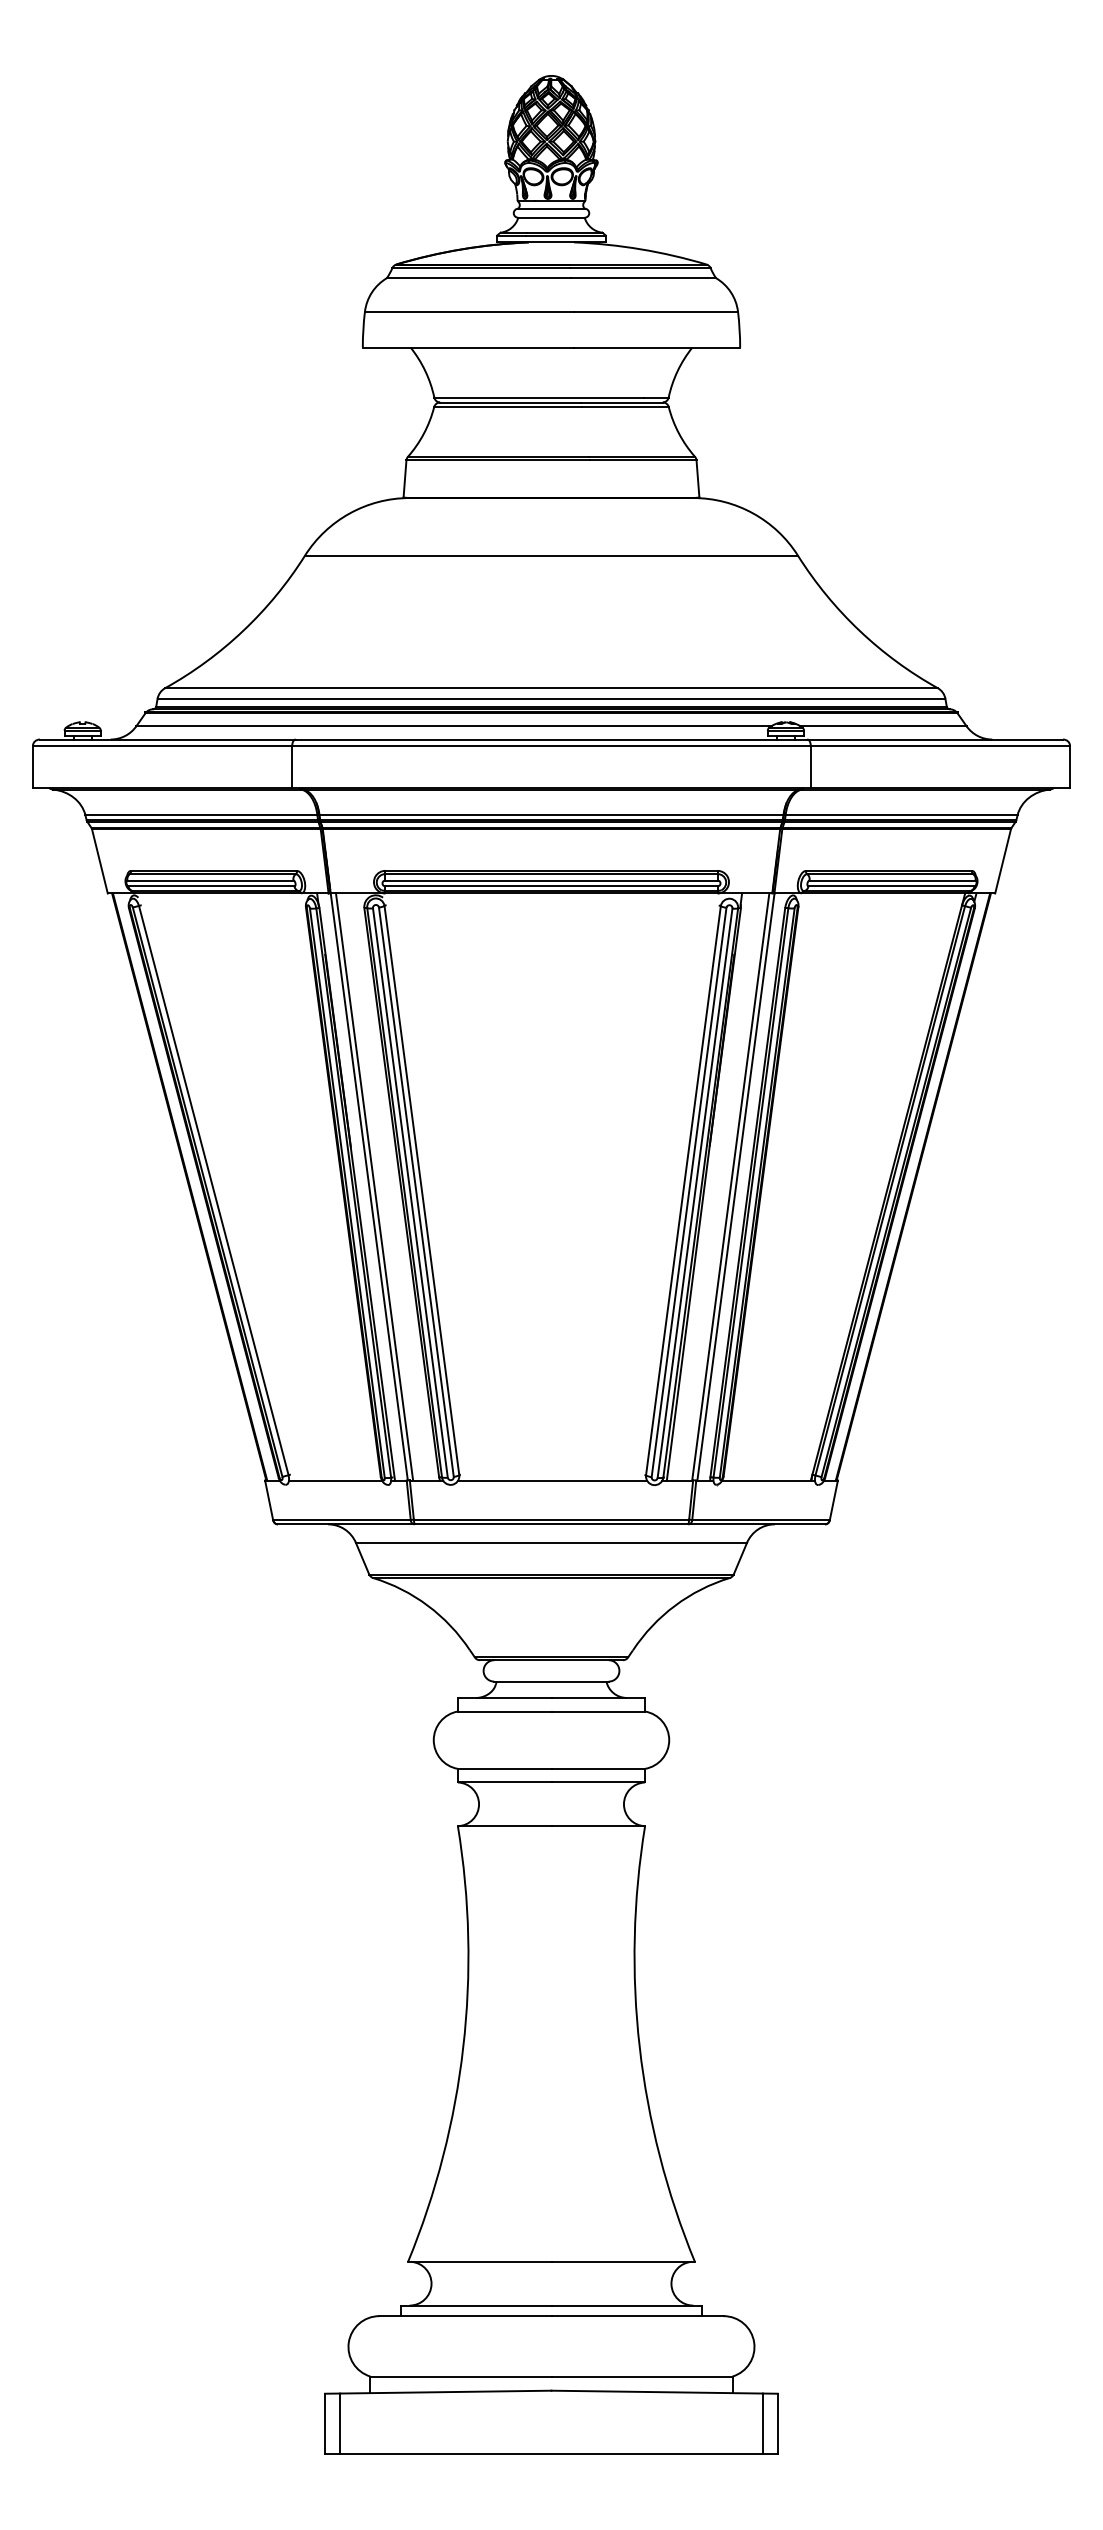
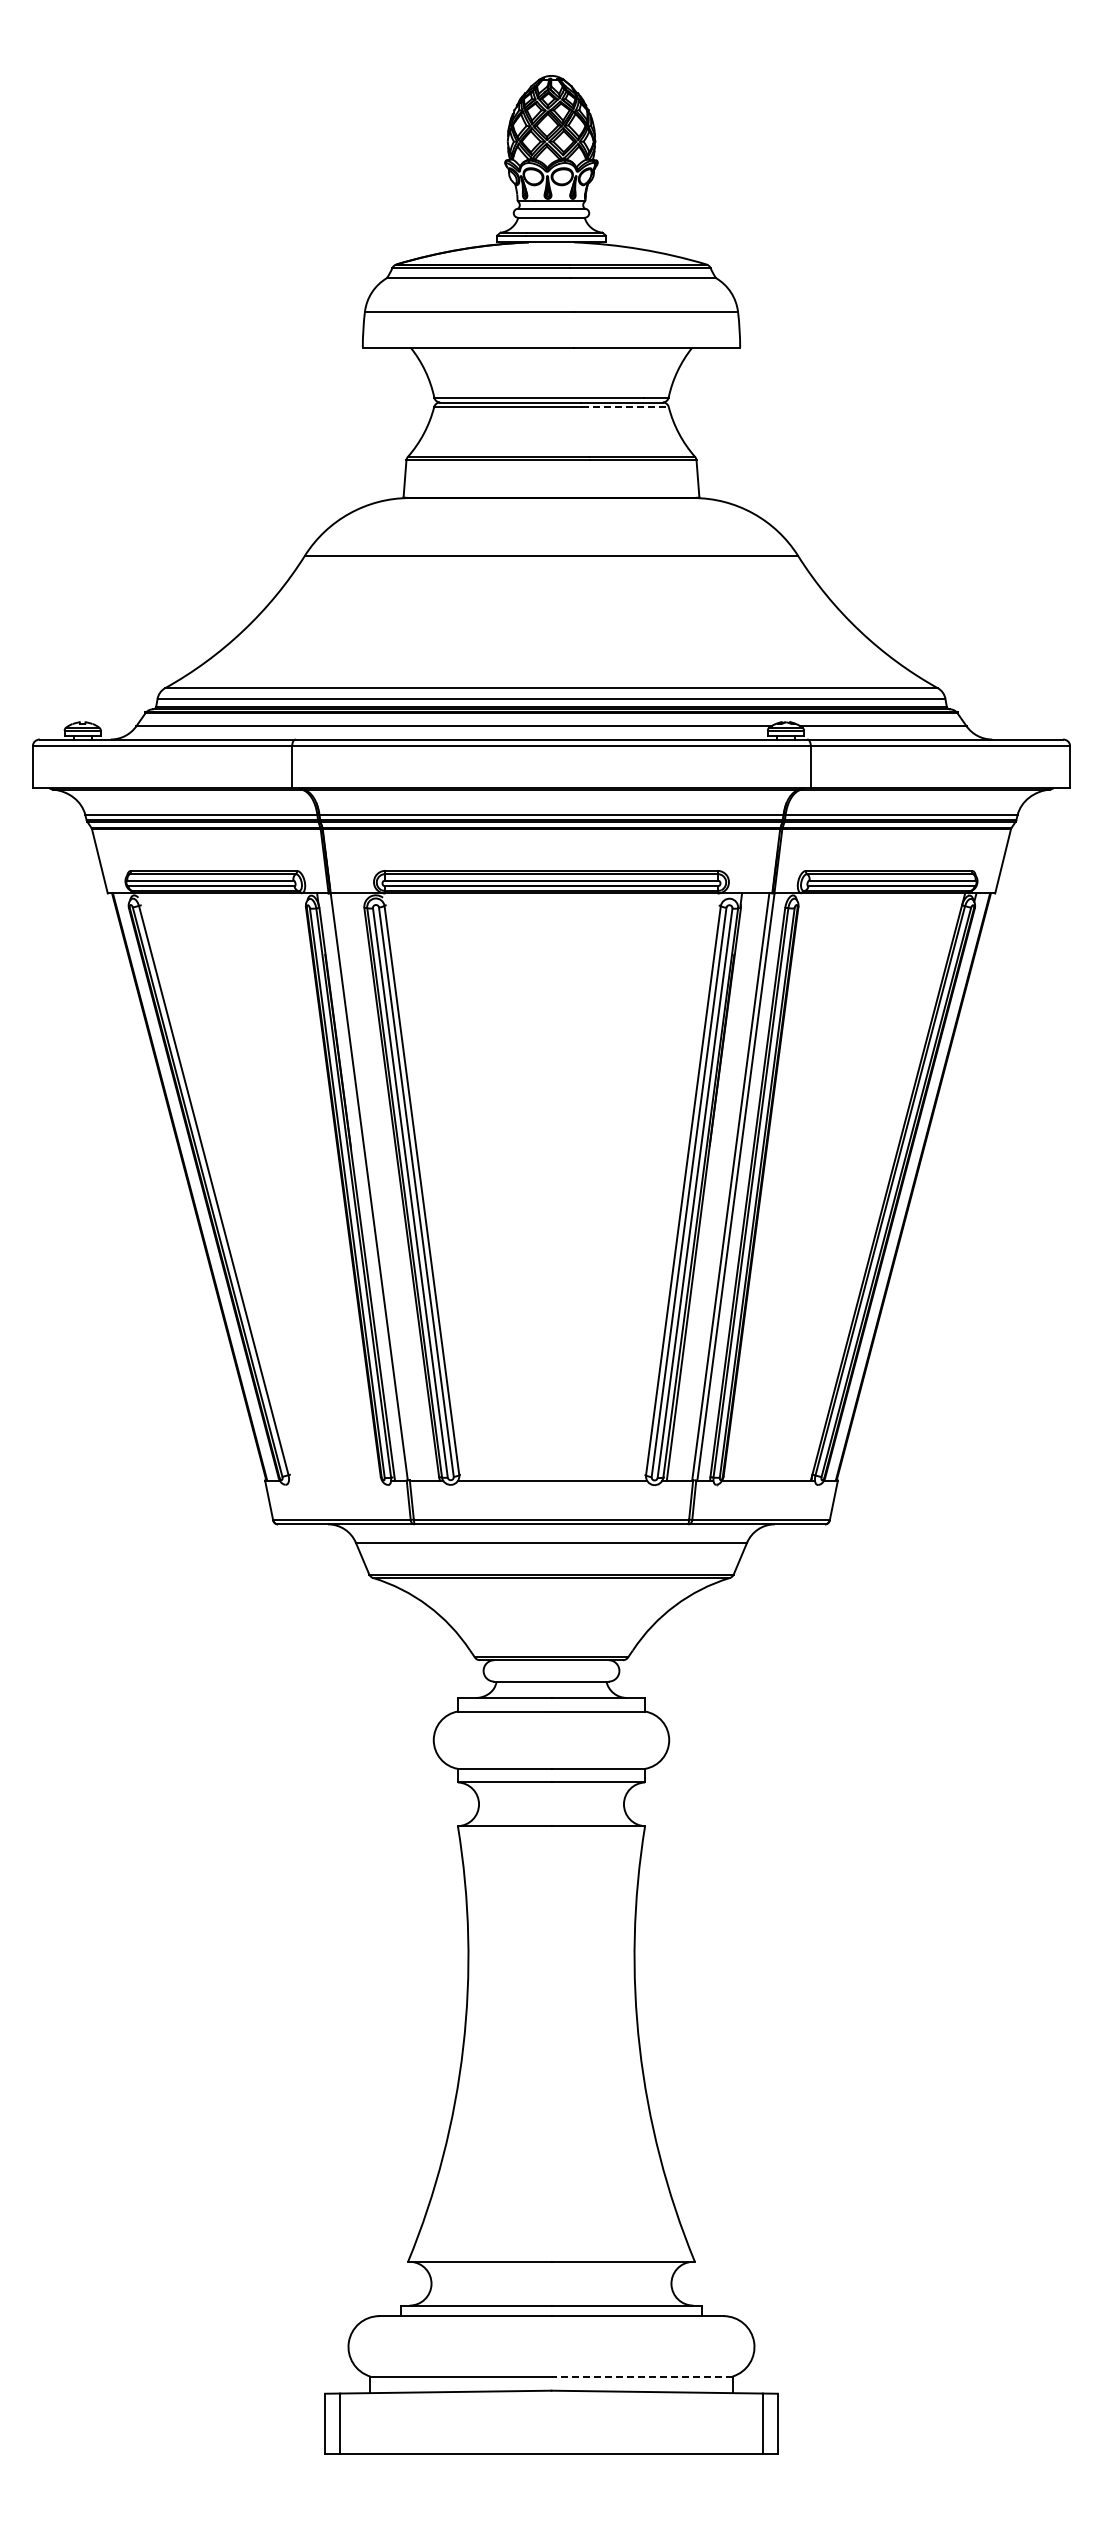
line at (626, 407): solid -> dashed
line at (374, 1186): present -> none
line at (335, 1480): present -> none
line at (642, 2376): solid -> dashed
